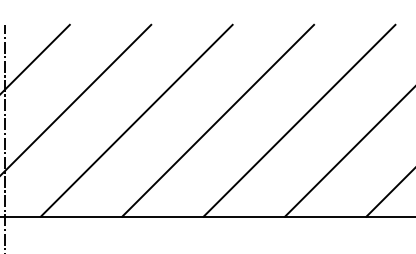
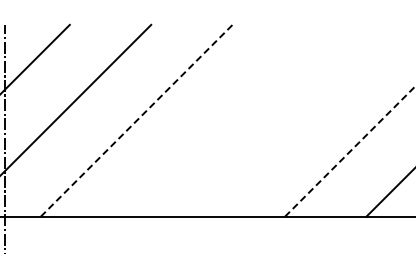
line at (136, 120): solid -> dashed
line at (218, 120): present -> none
line at (299, 120): present -> none
line at (350, 151): solid -> dashed
